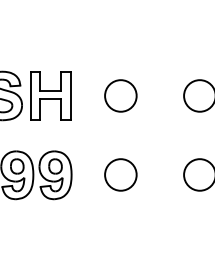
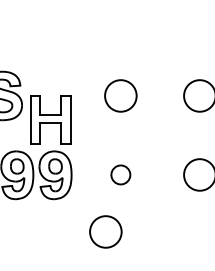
part at (50, 95) position: (50, 95) -> (50, 119)
circle at (120, 174) diameter: 32 px -> 19 px
circle at (105, 231): none -> present
